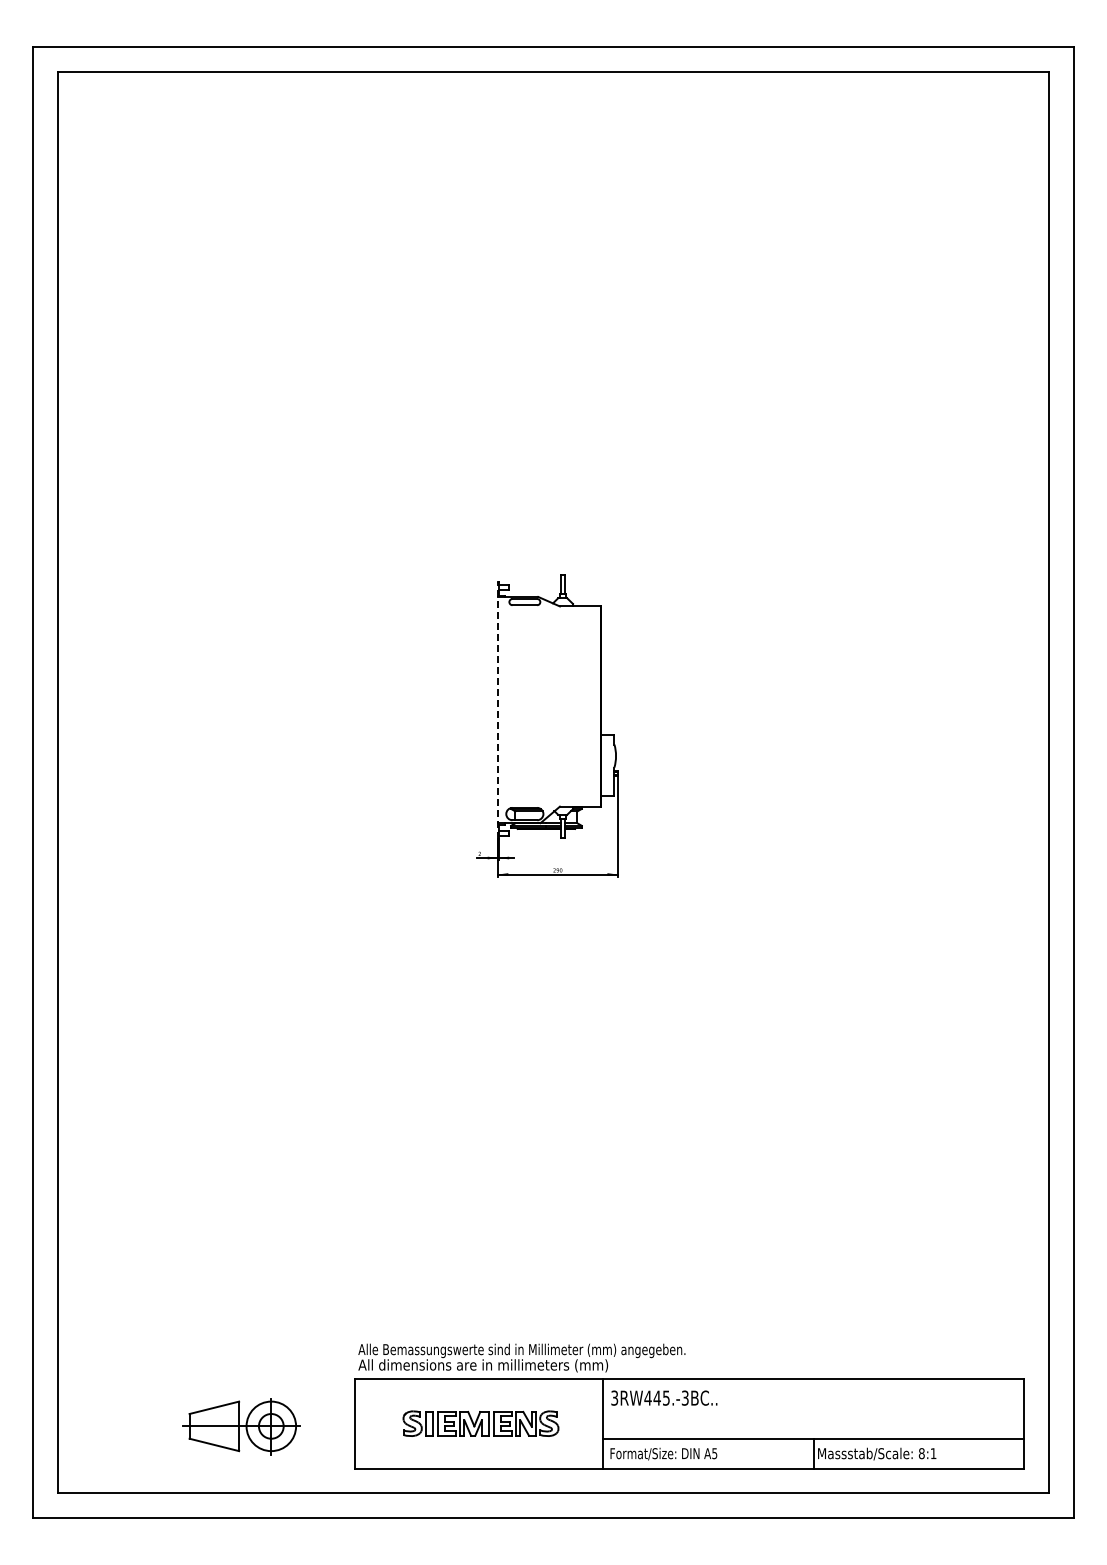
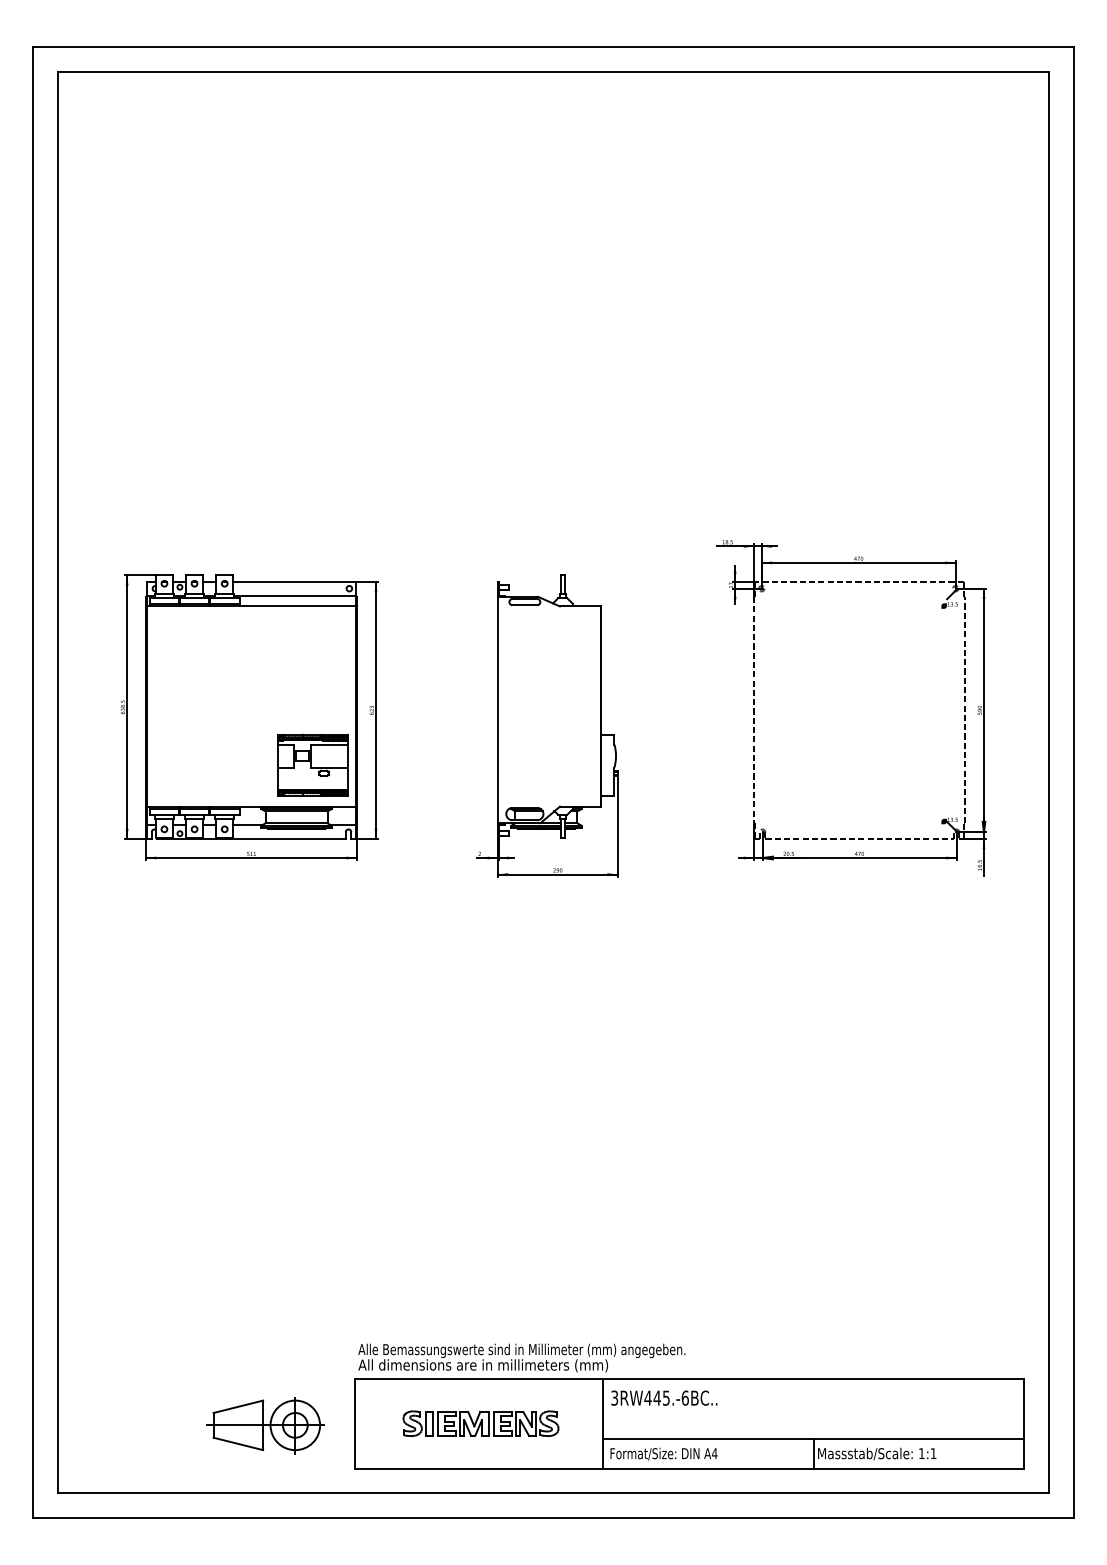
part at (754, 708): none -> present
line at (498, 710): dashed -> solid
part at (249, 717): none -> present
text at (684, 1397): 3RW445.-3BC.. -> 3RW445.-6BC..
part at (241, 1426) position: (241, 1426) -> (265, 1425)
text at (714, 1453): A5 -> A4
text at (921, 1453): 8:1 -> 1:1
